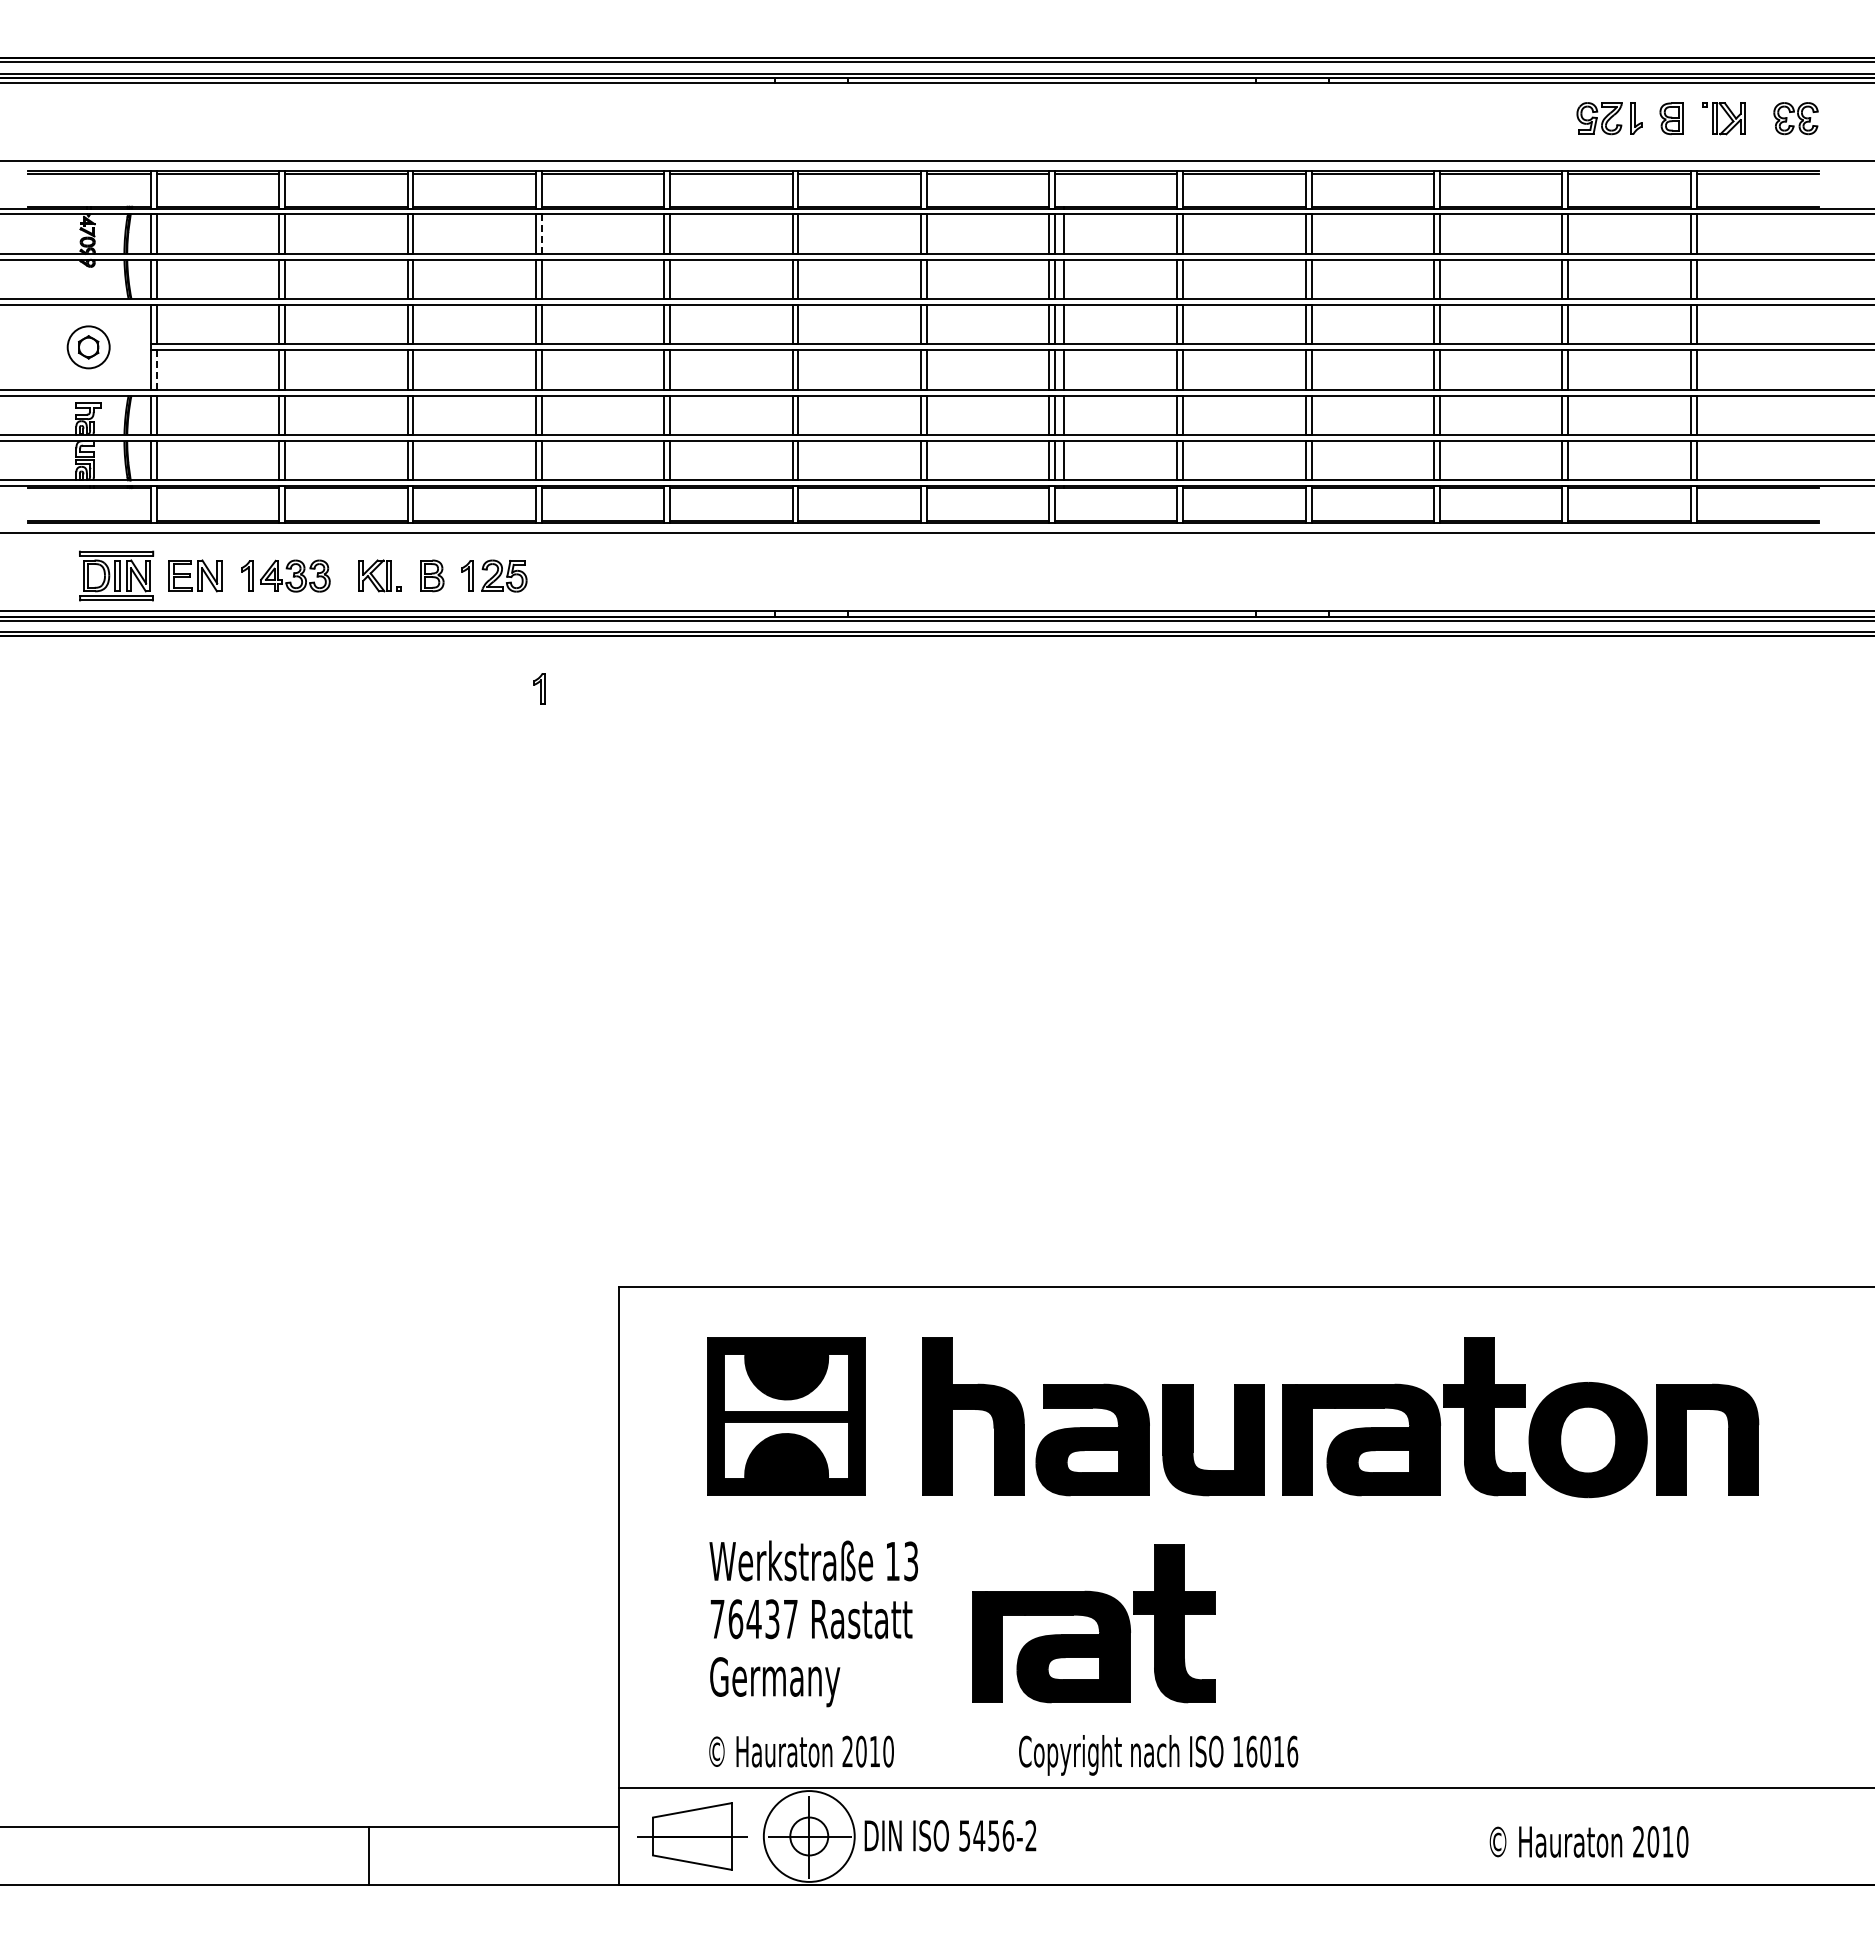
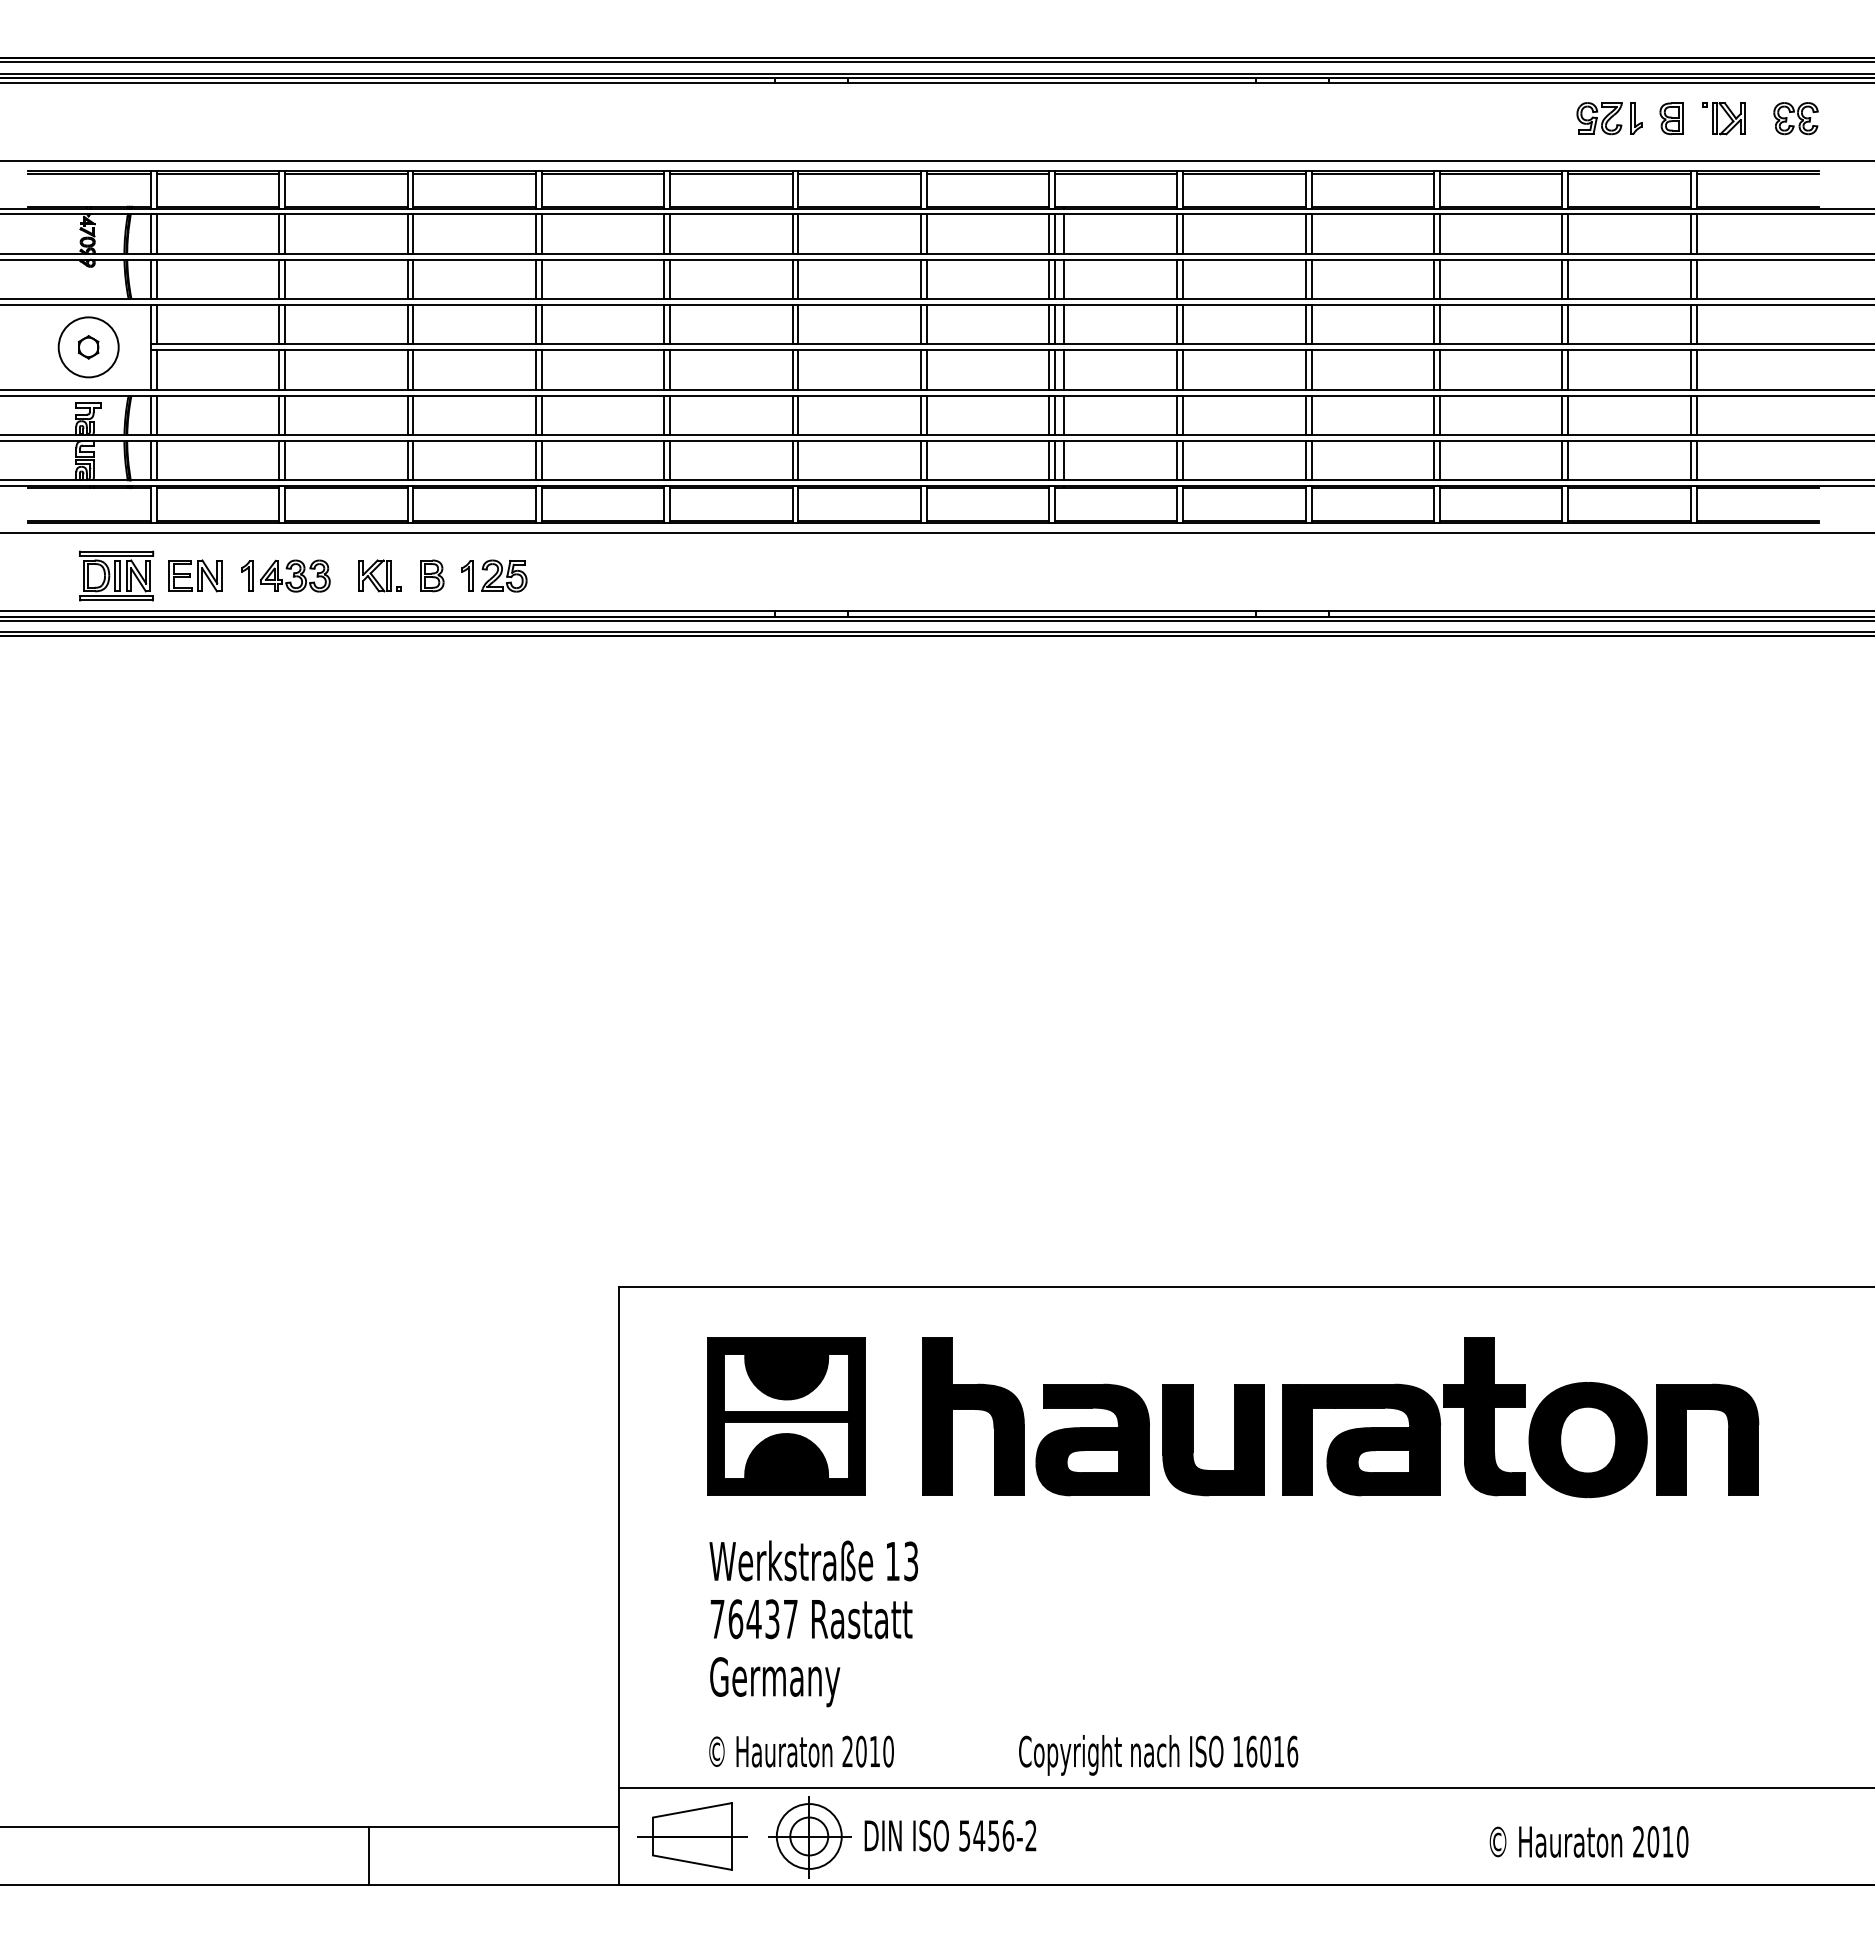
line at (541, 234): dashed -> solid
circle at (88, 347) diameter: 42 px -> 60 px
line at (156, 370): dashed -> solid
part at (539, 688): present -> none
part at (1093, 1623): present -> none
circle at (808, 1836) diameter: 91 px -> 65 px
